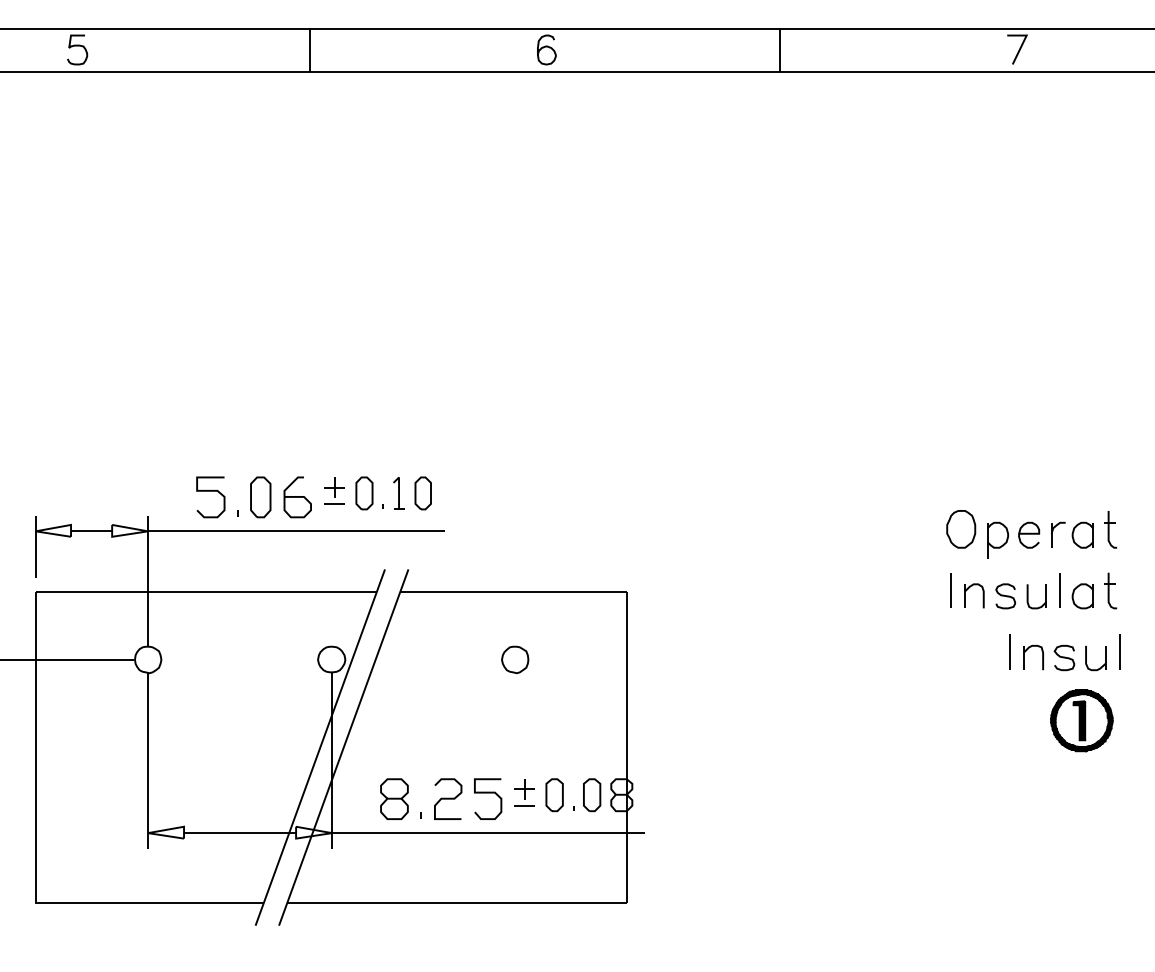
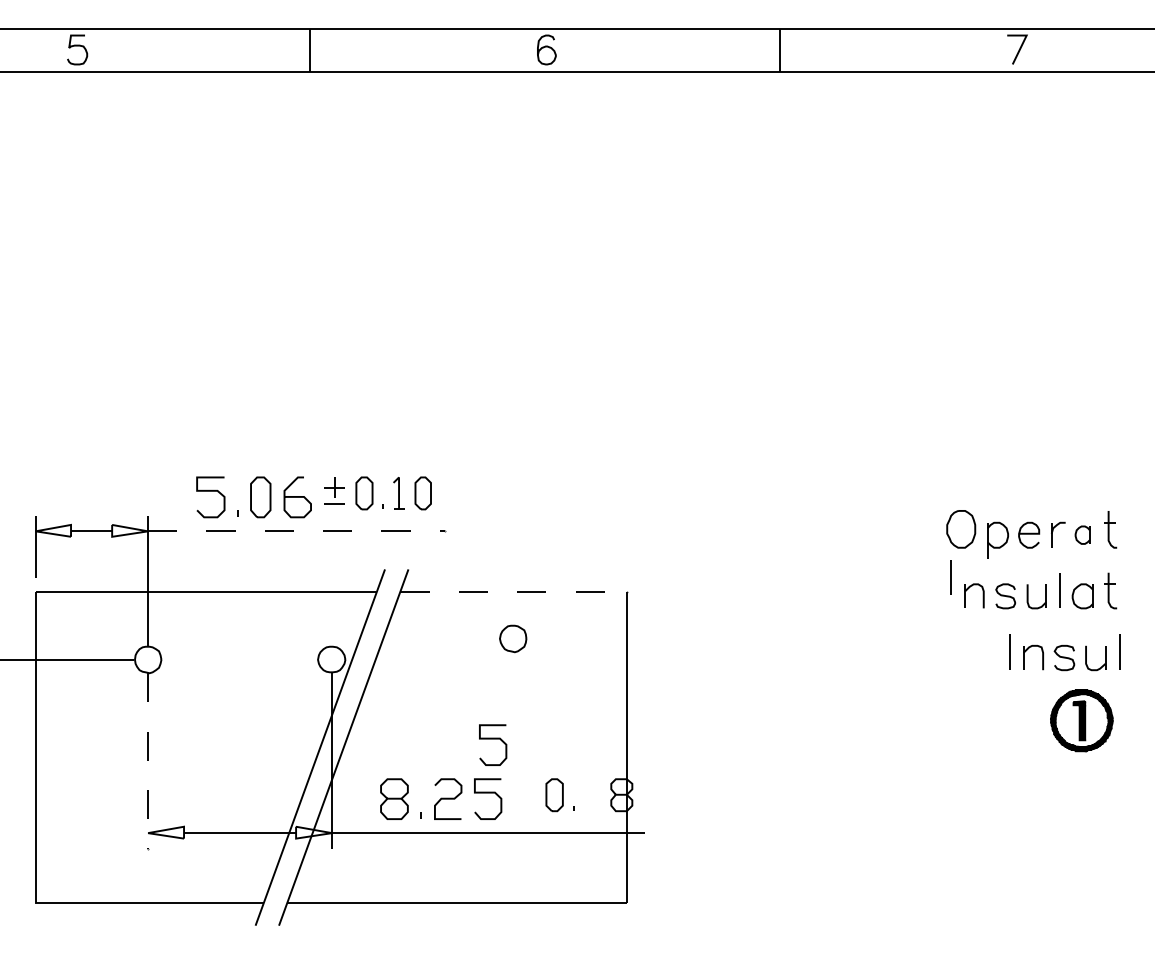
line at (297, 531): solid -> dashed
part at (1082, 534) size: 23x28 px -> 17x20 px
line at (950, 590) position: (950, 590) -> (950, 577)
line at (514, 592): solid -> dashed
part at (515, 659) position: (515, 659) -> (513, 638)
curve at (493, 739): none -> present
line at (148, 761): solid -> dashed
part at (524, 792): present -> none
part at (592, 795): present -> none
